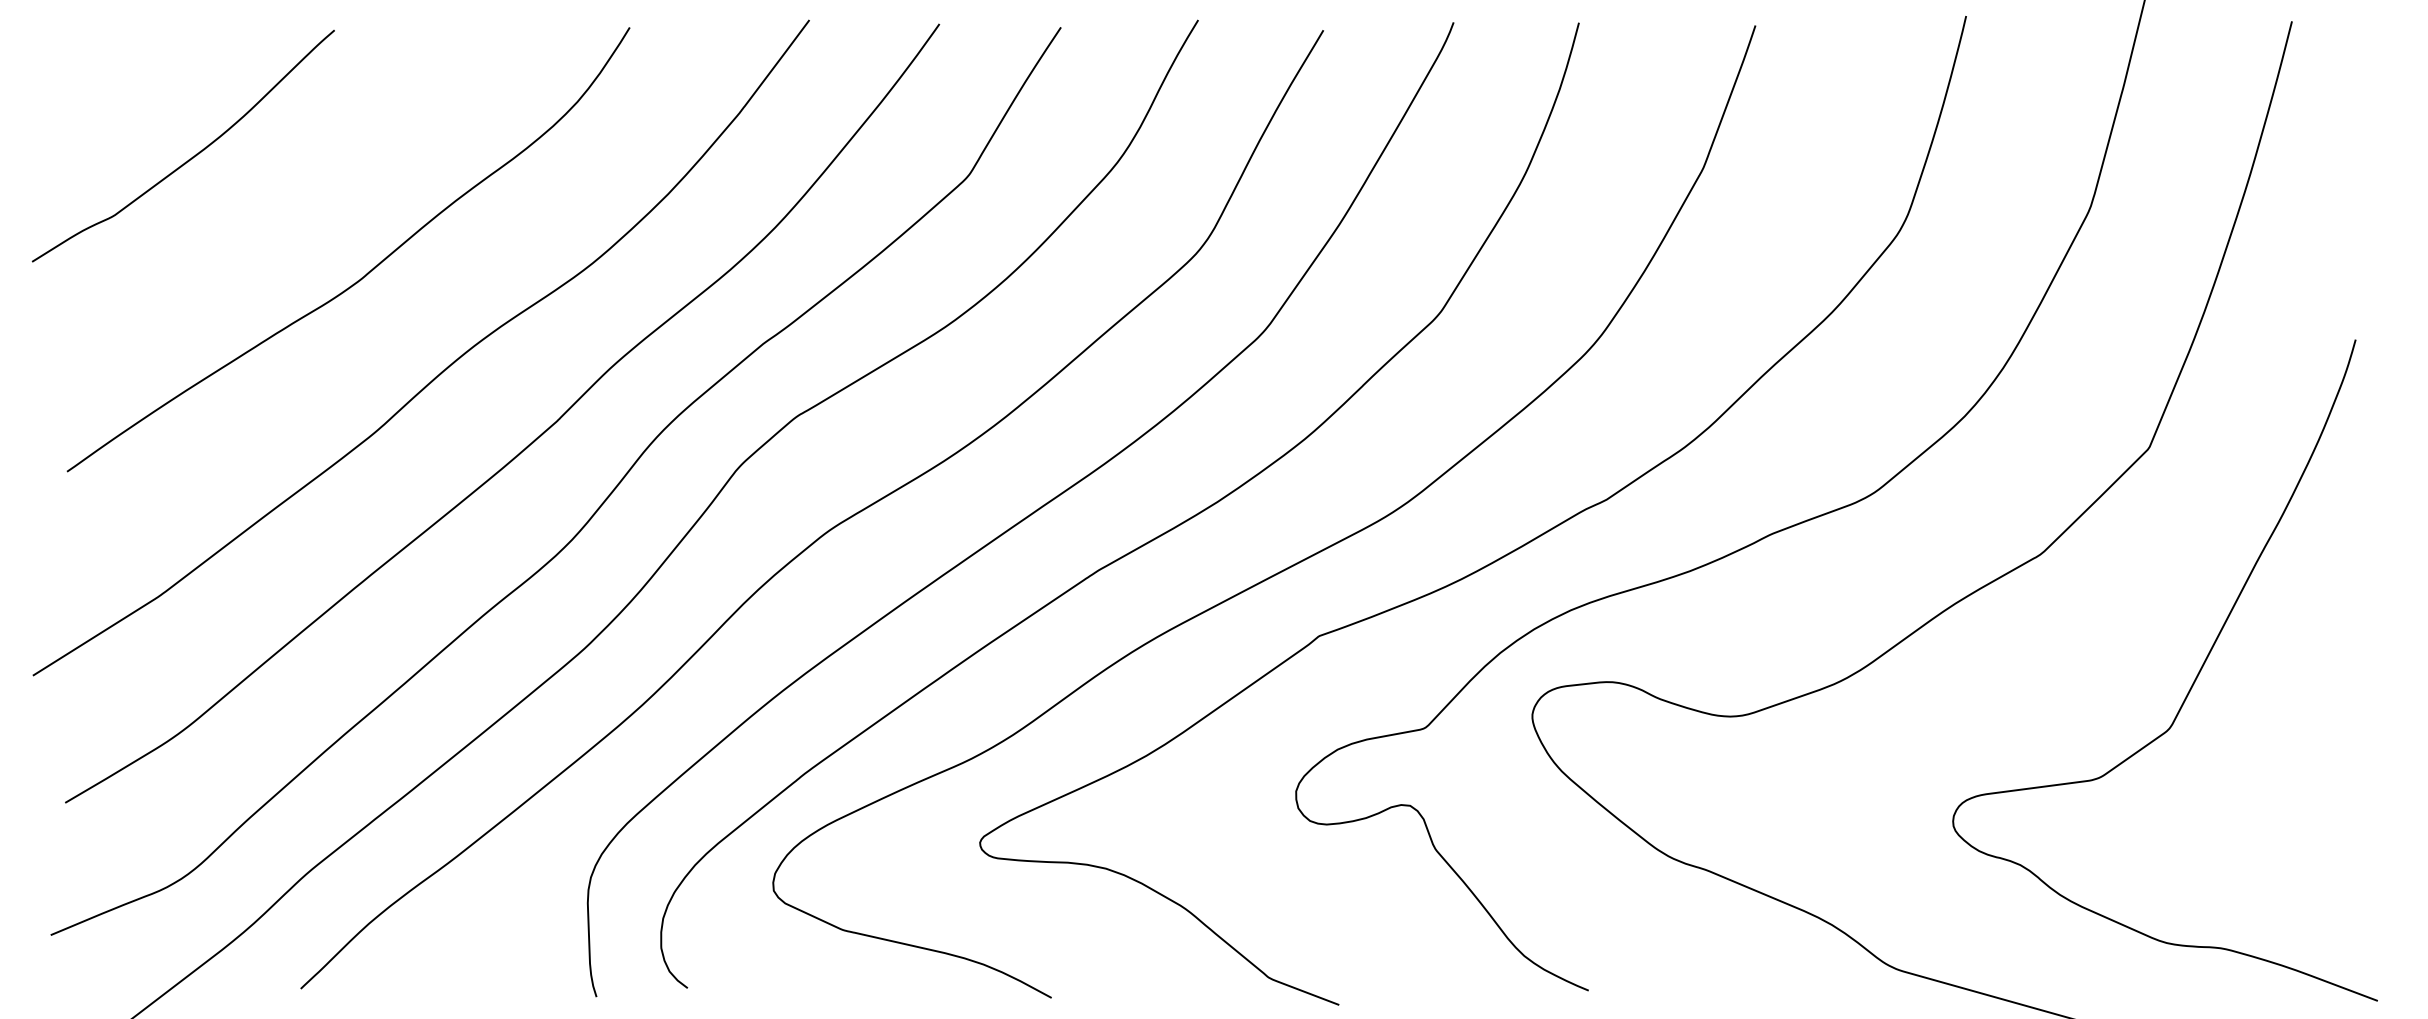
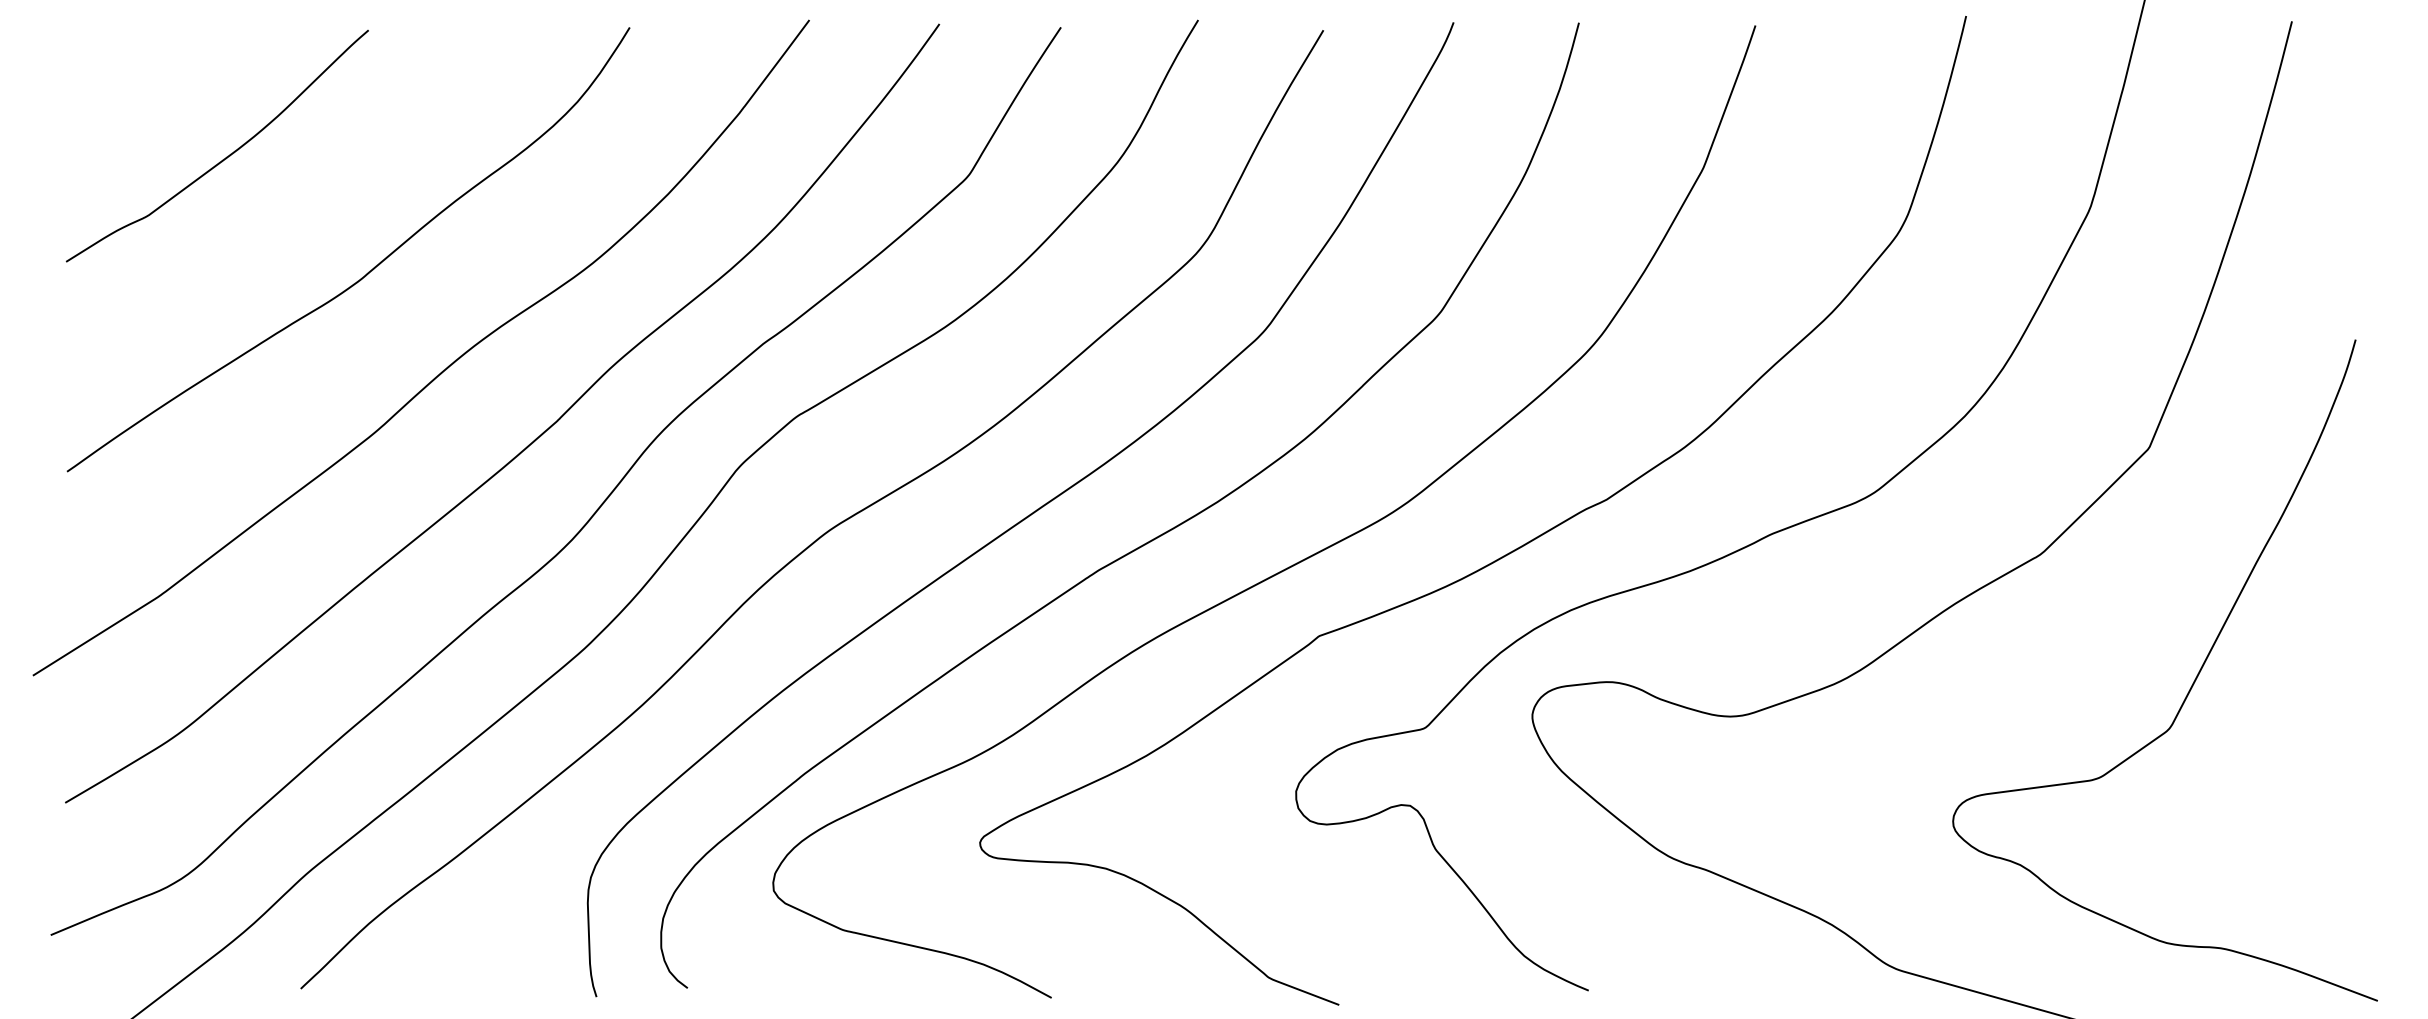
curve at (192, 156) position: (192, 156) -> (226, 156)
